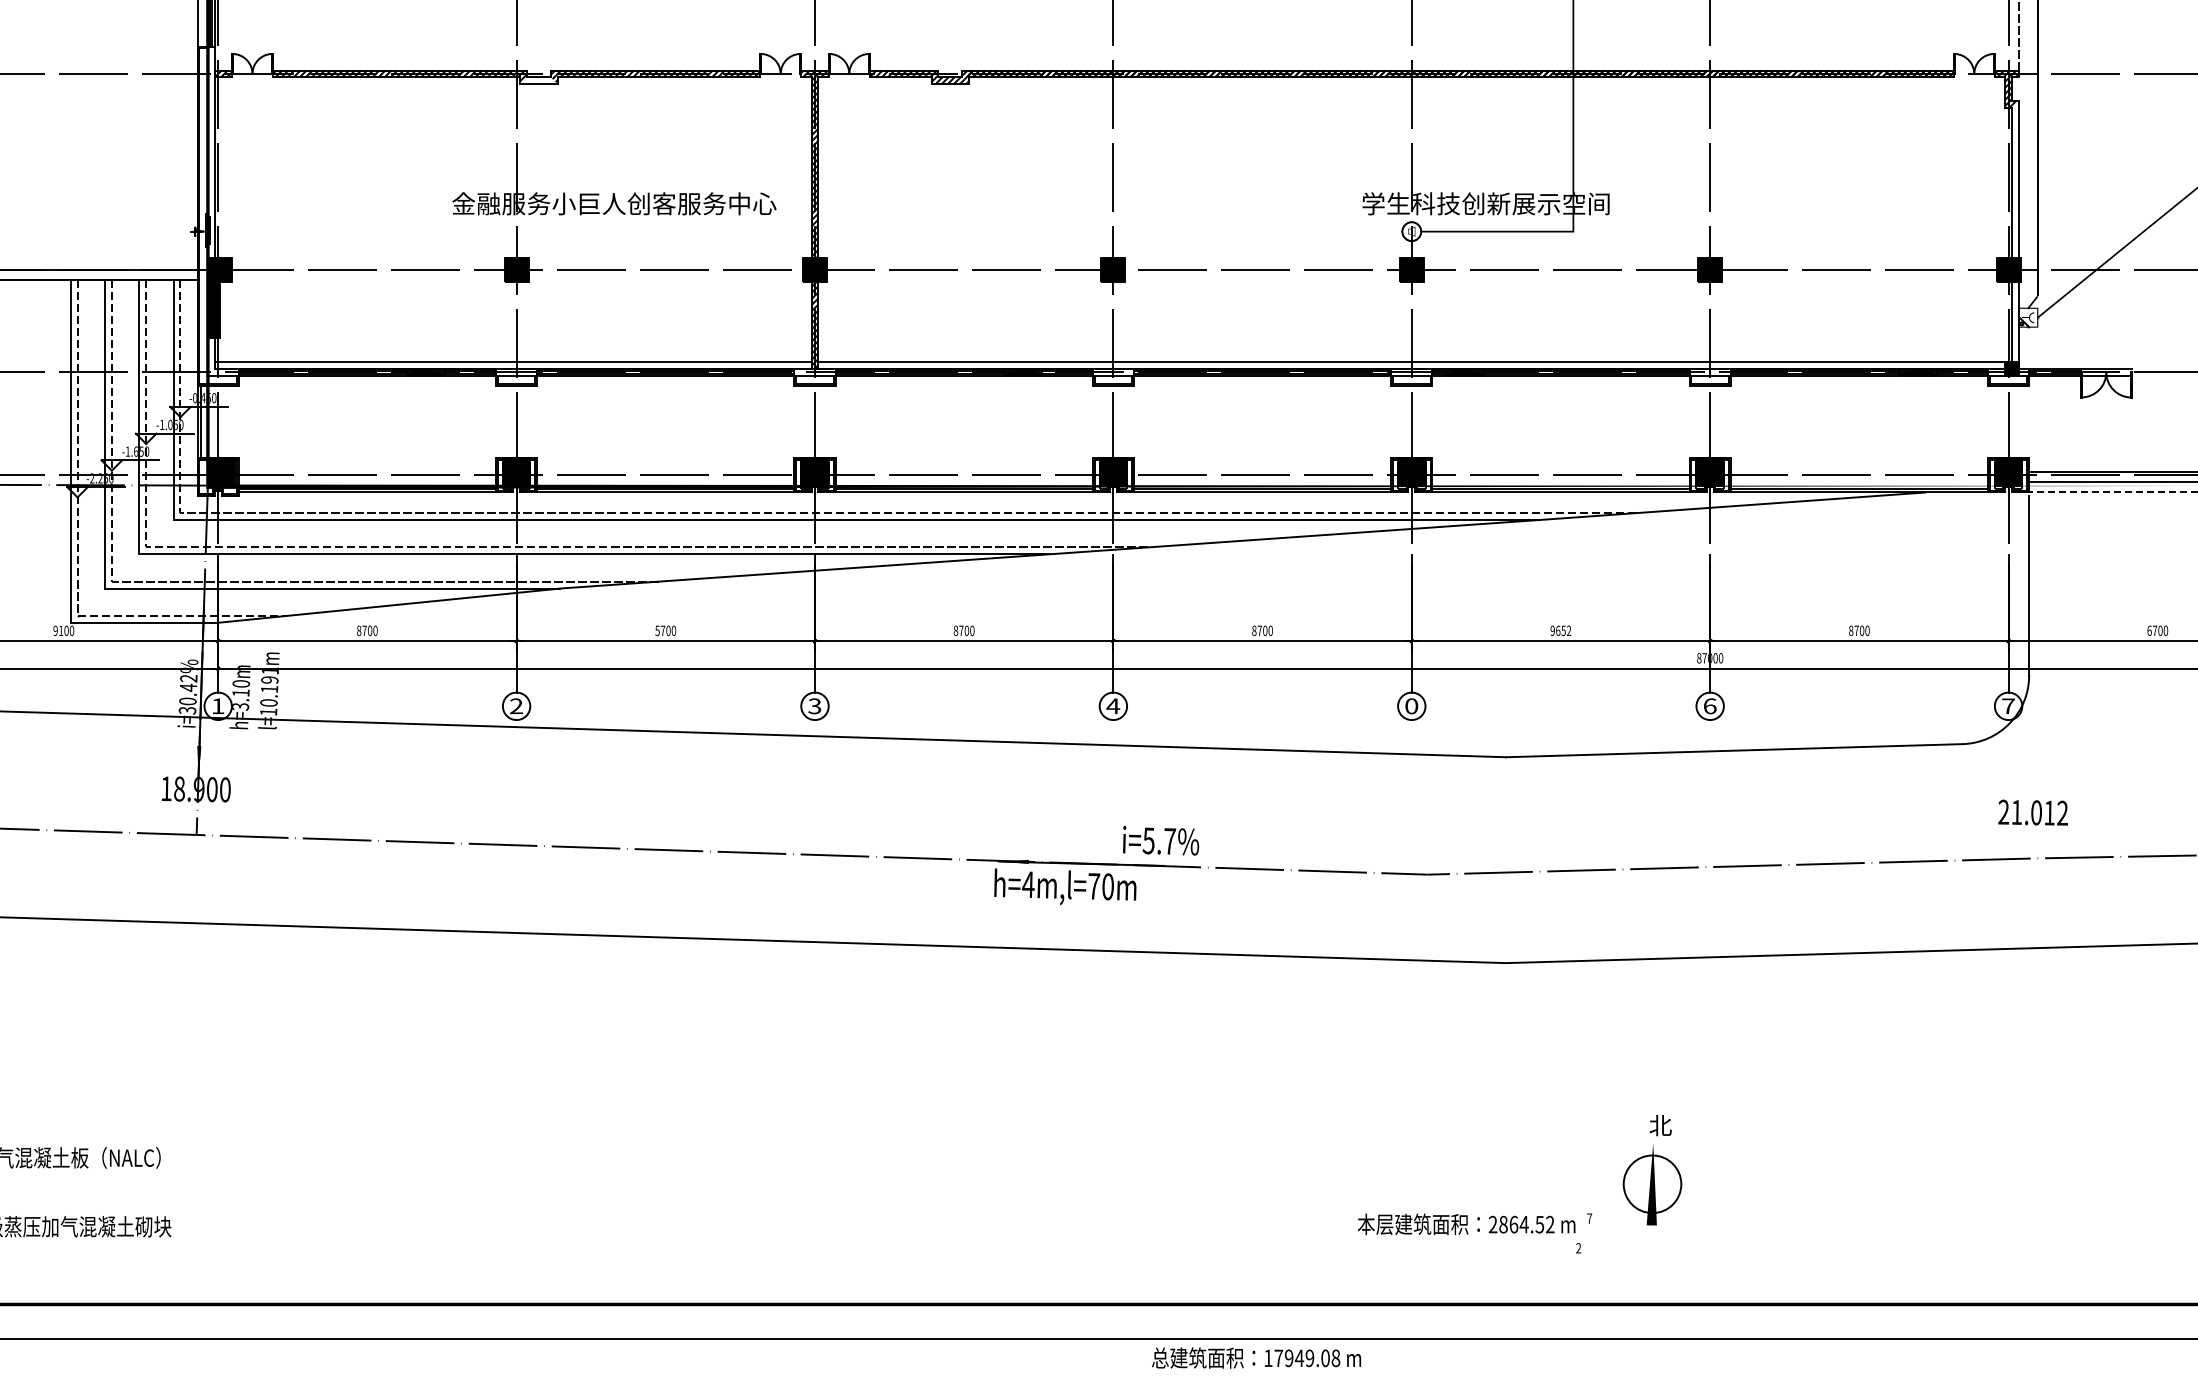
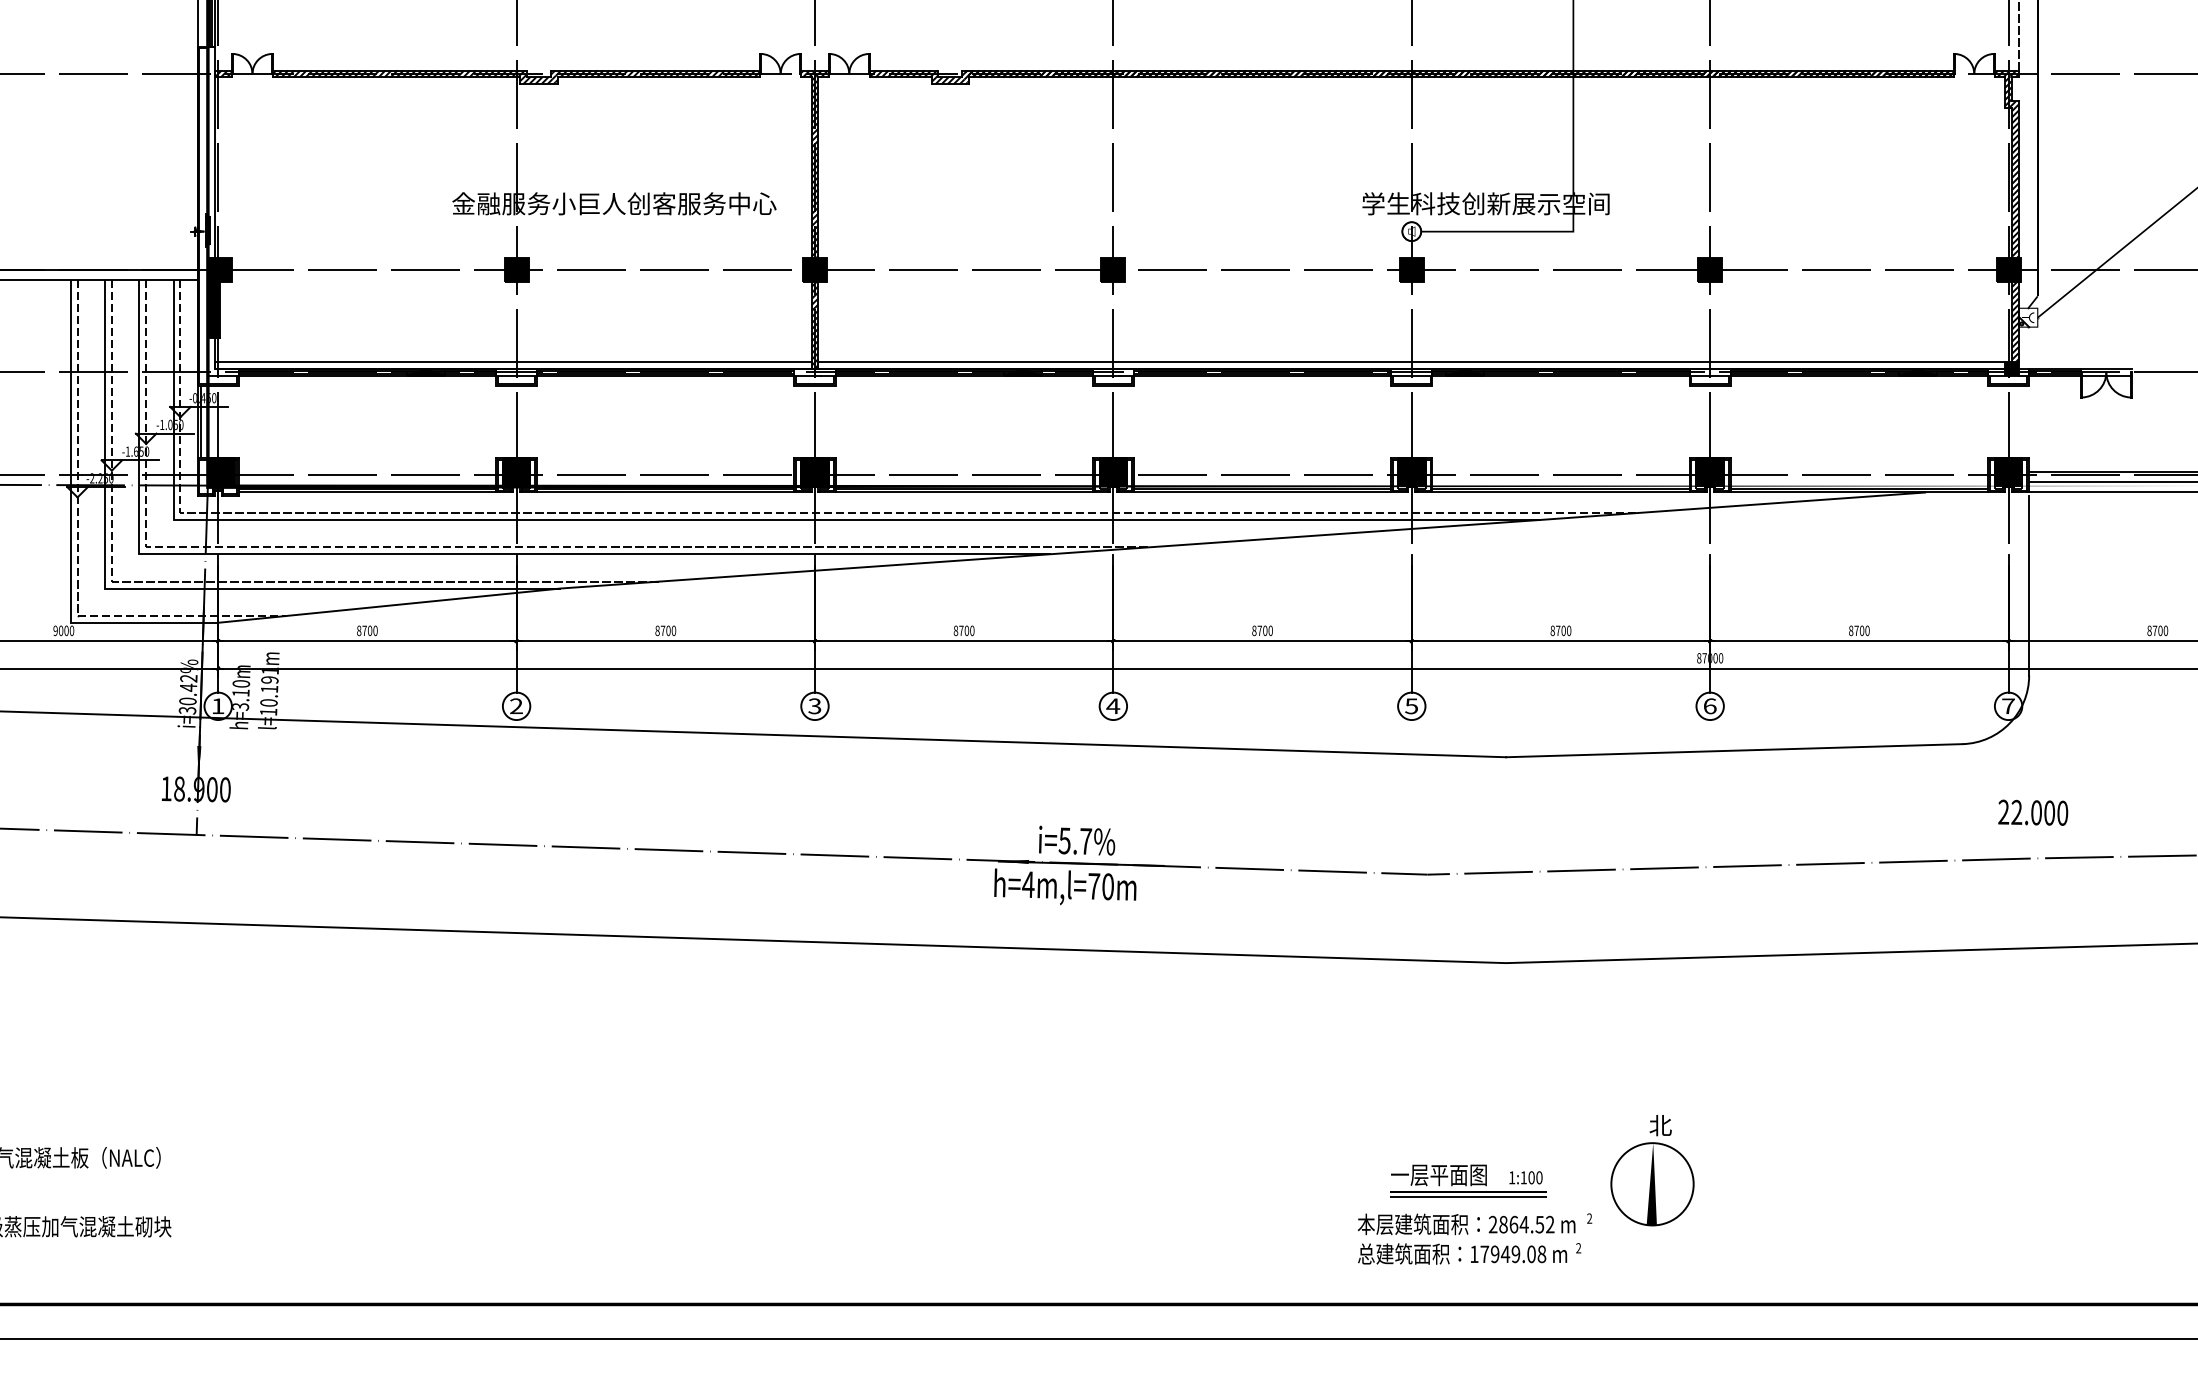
hatch at (539, 80): none -> present
hatch at (2015, 180): none -> present
hatch at (2015, 321): none -> present
line at (2111, 492): dashed -> solid
text at (61, 630): 9100 -> 9000
text at (657, 630): 5700 -> 8700
text at (1560, 630): 9652 -> 8700
text at (2149, 630): 6700 -> 8700
text at (1411, 706): 0 -> 5
text at (2039, 812): 21.012 -> 22.000
text at (1161, 840) position: (1161, 840) -> (1077, 840)
part at (1468, 1180): none -> present
circle at (1652, 1184) diameter: 58 px -> 82 px
text at (1589, 1218): 7 -> 2
text at (1256, 1357) position: (1256, 1357) -> (1462, 1253)
